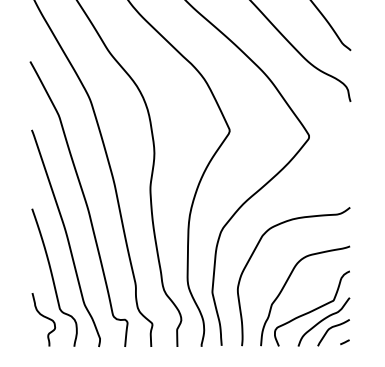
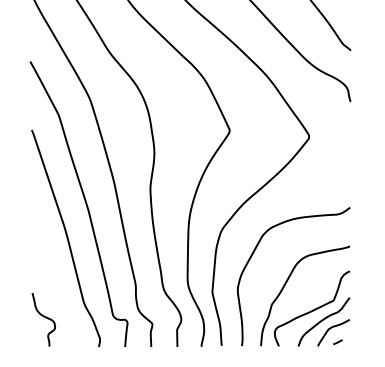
curve at (53, 277): present -> none
curve at (344, 342) position: (344, 342) -> (337, 342)
